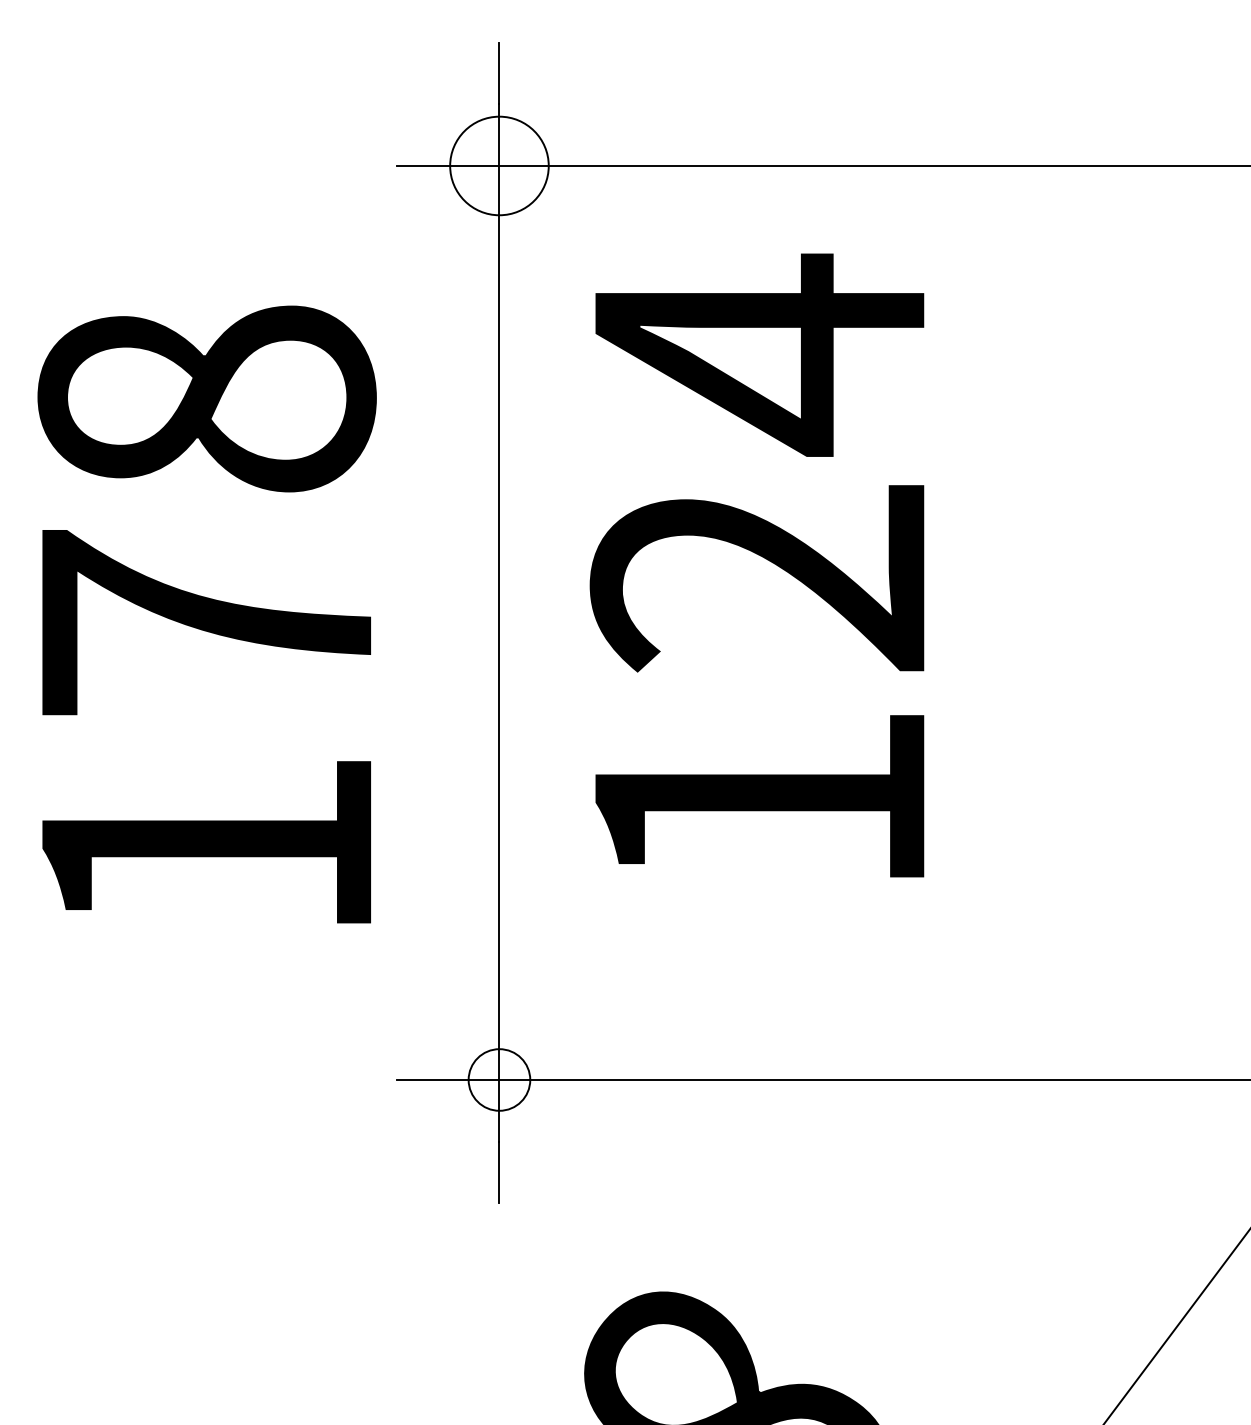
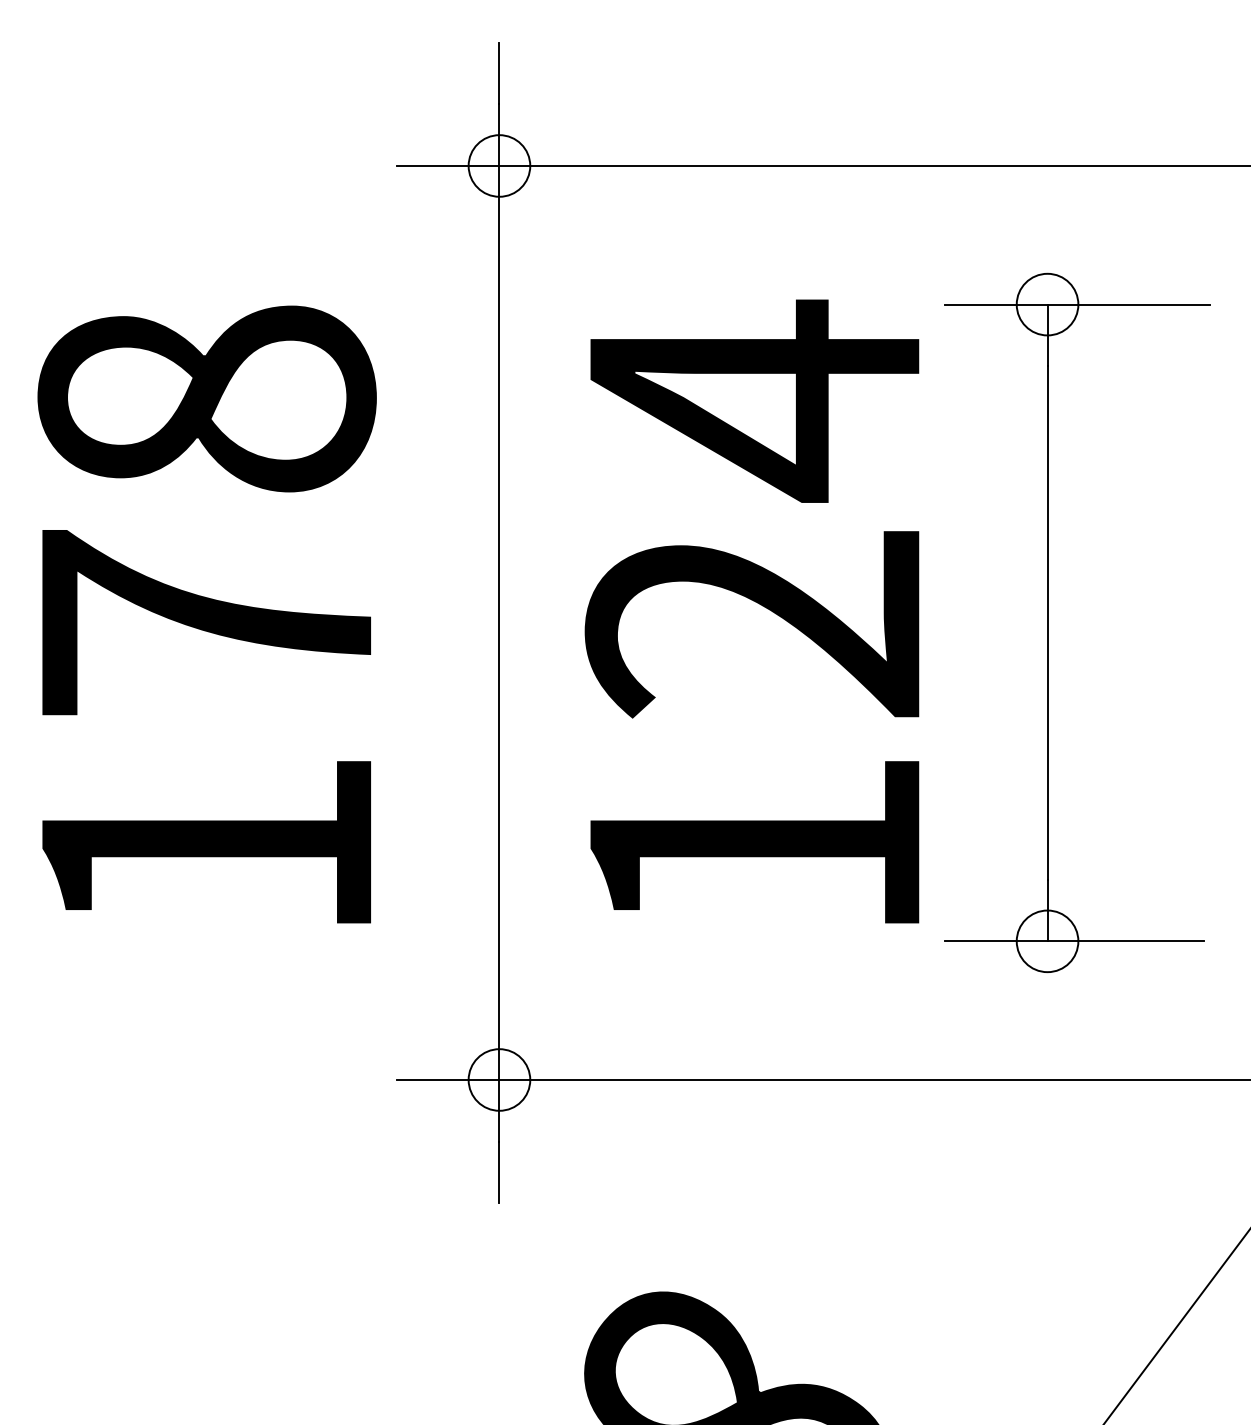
circle at (499, 165) diameter: 99 px -> 62 px
text at (756, 565) position: (756, 565) -> (751, 611)
part at (1048, 622): none -> present
